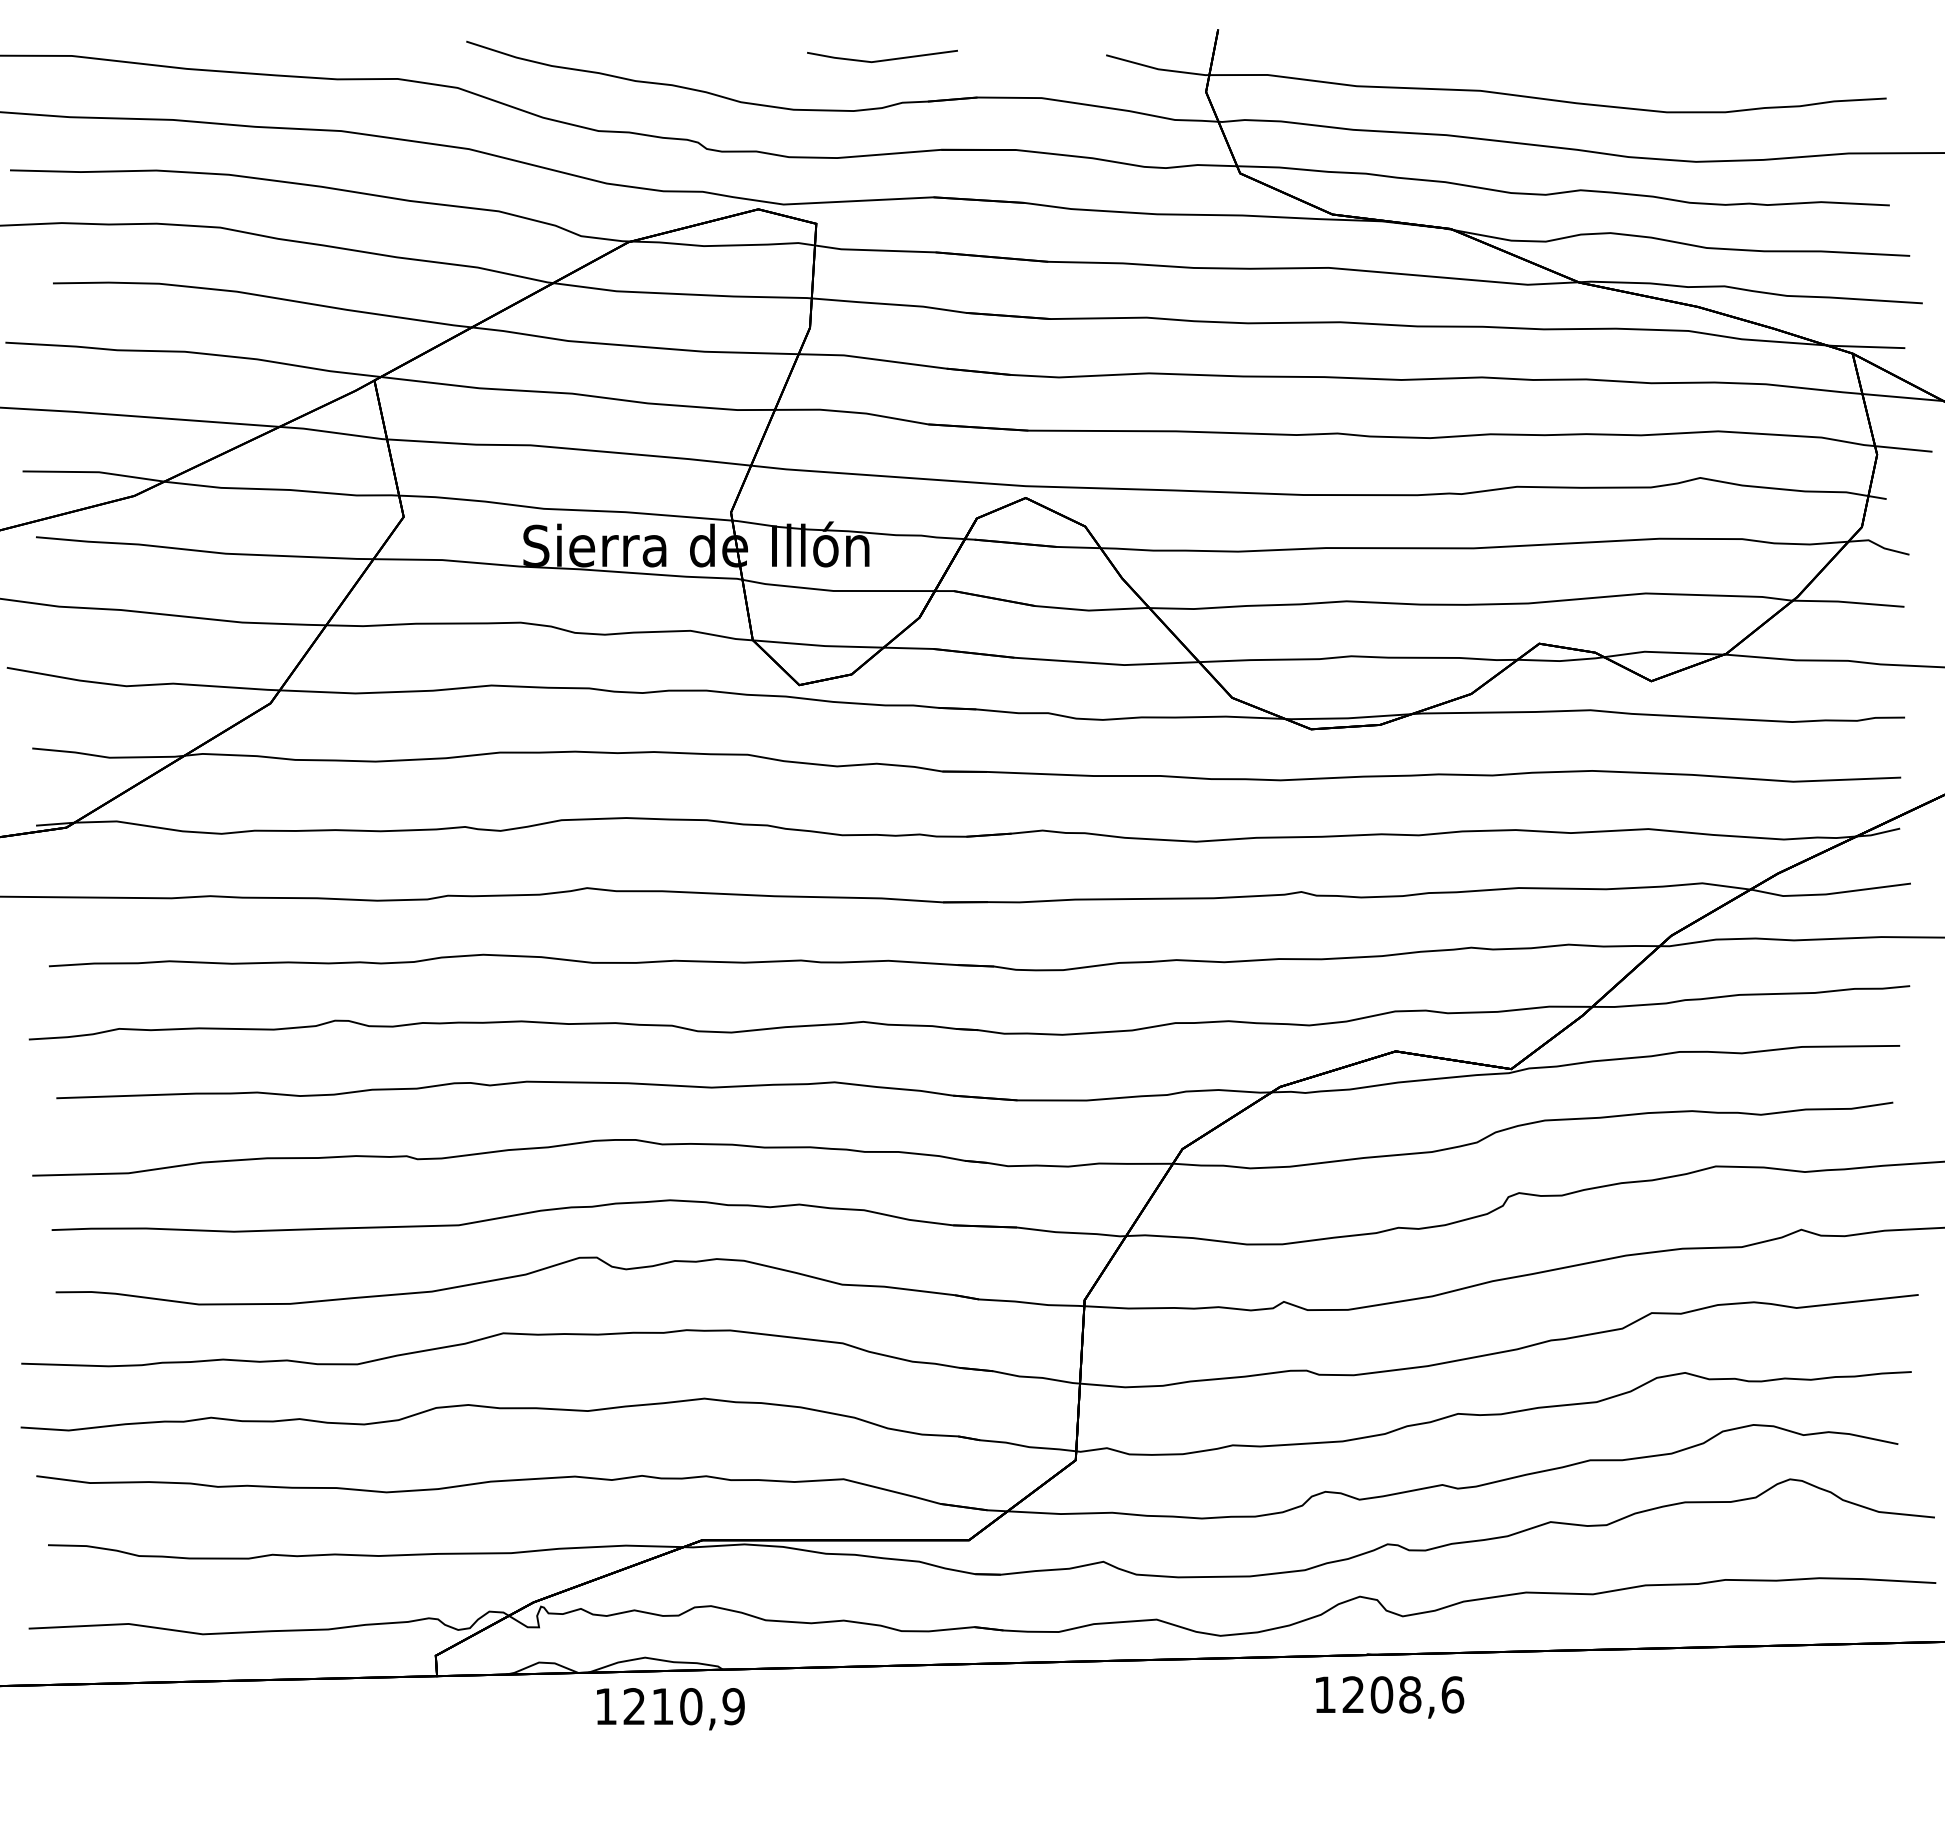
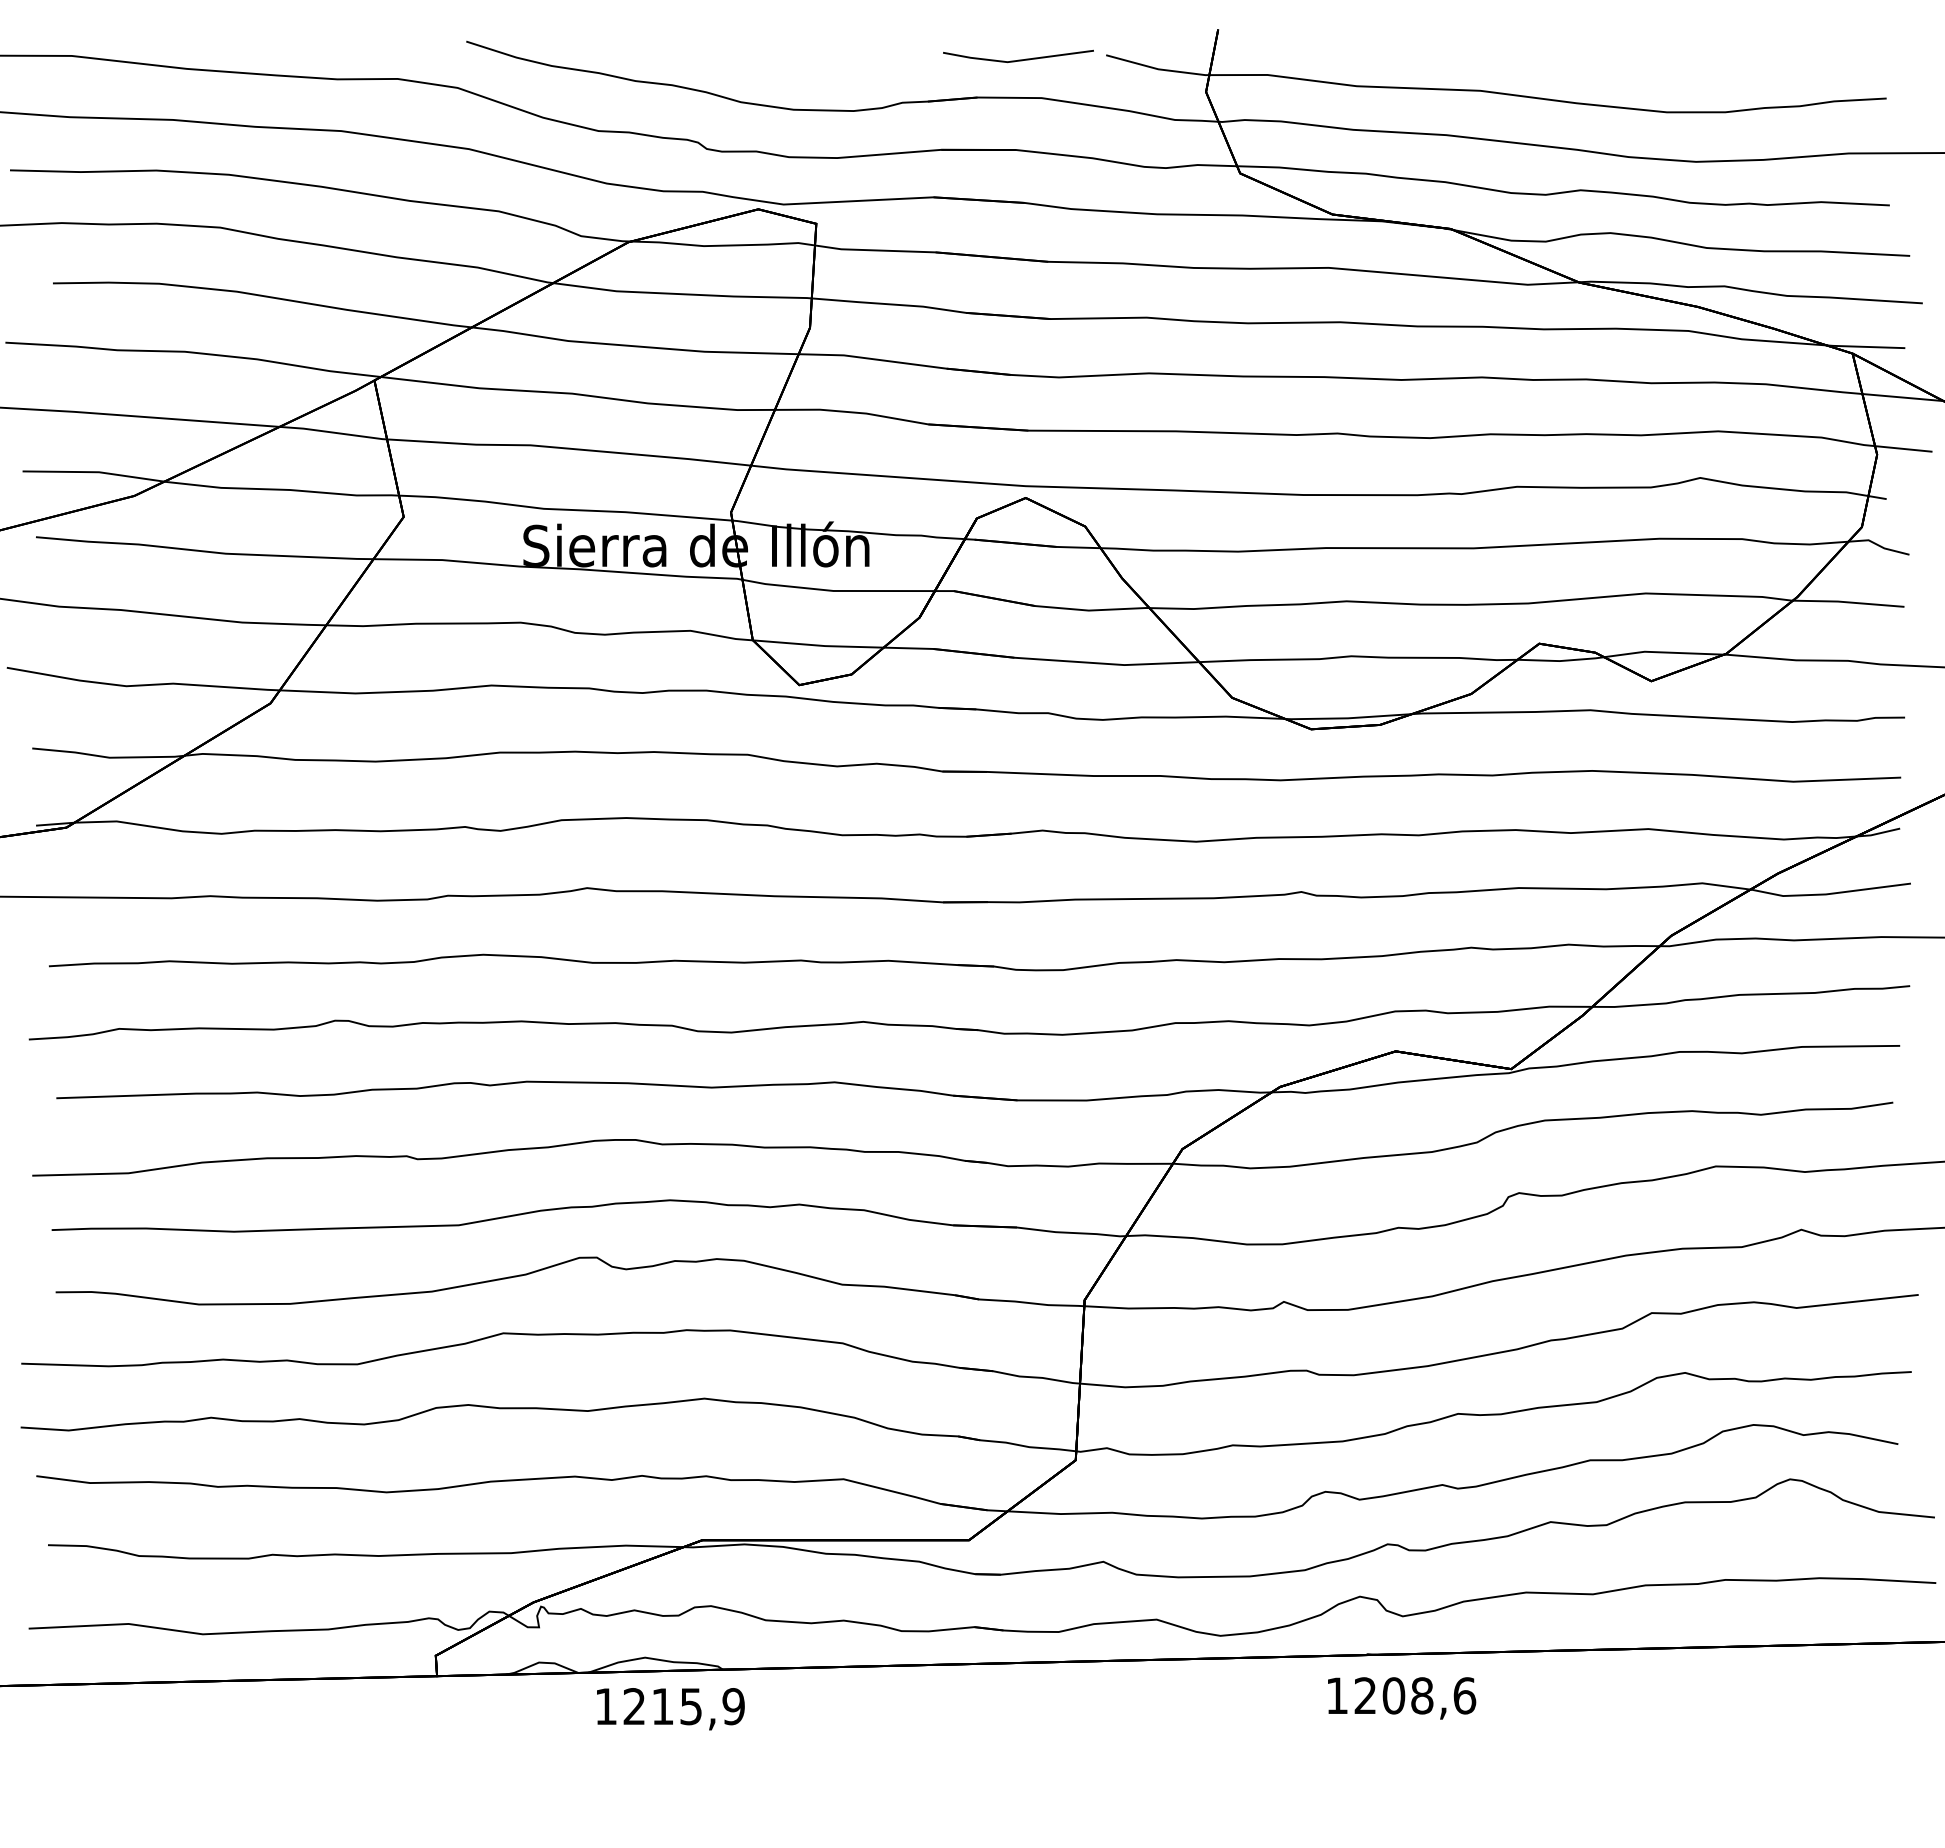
line at (882, 59) position: (882, 59) -> (1018, 59)
text at (1390, 1697) position: (1390, 1697) -> (1402, 1698)
text at (691, 1706): 1210,9 -> 1215,9
